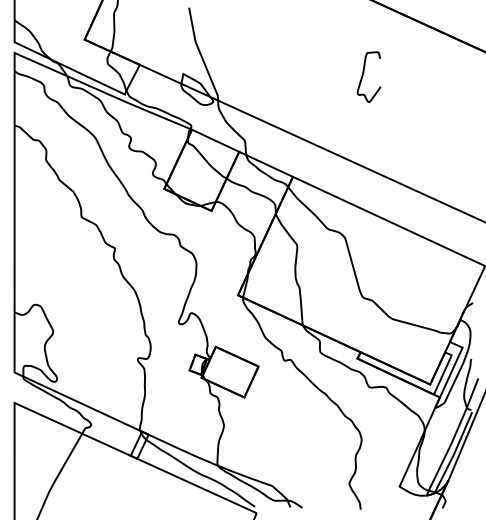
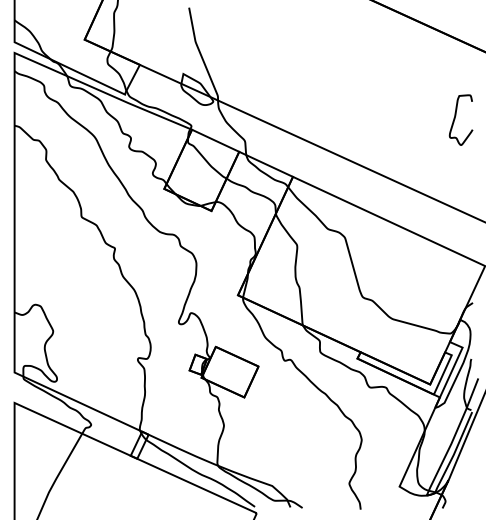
curve at (363, 76) position: (363, 76) -> (455, 119)
